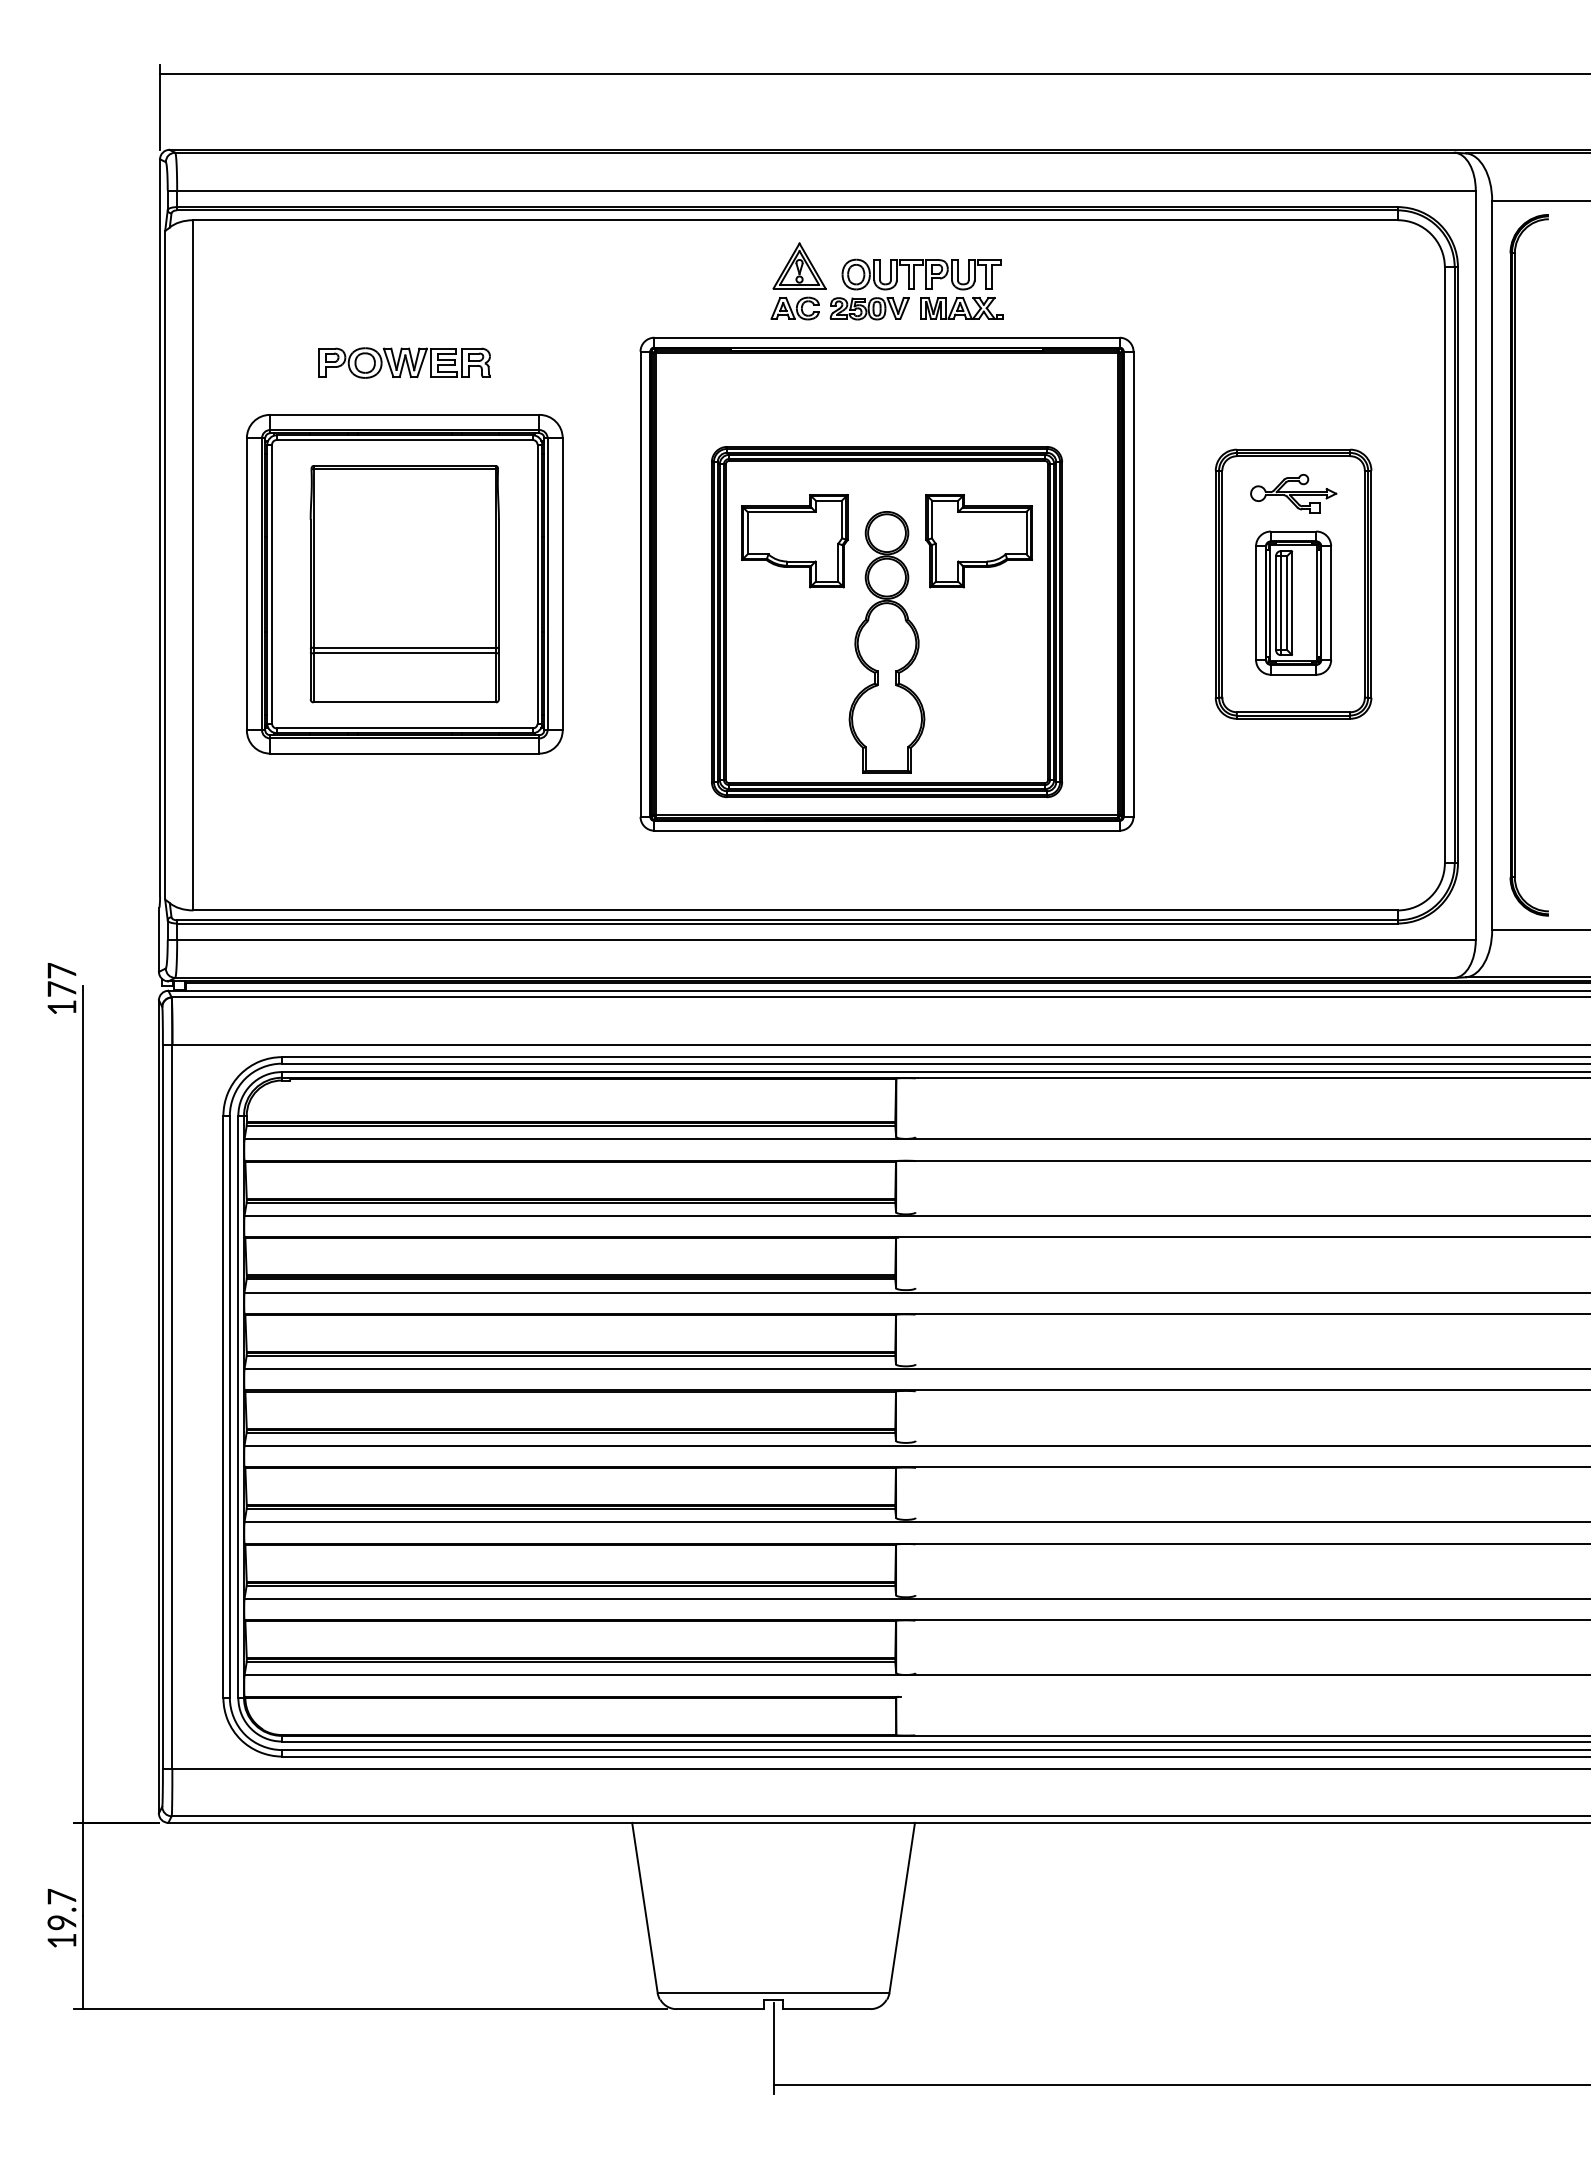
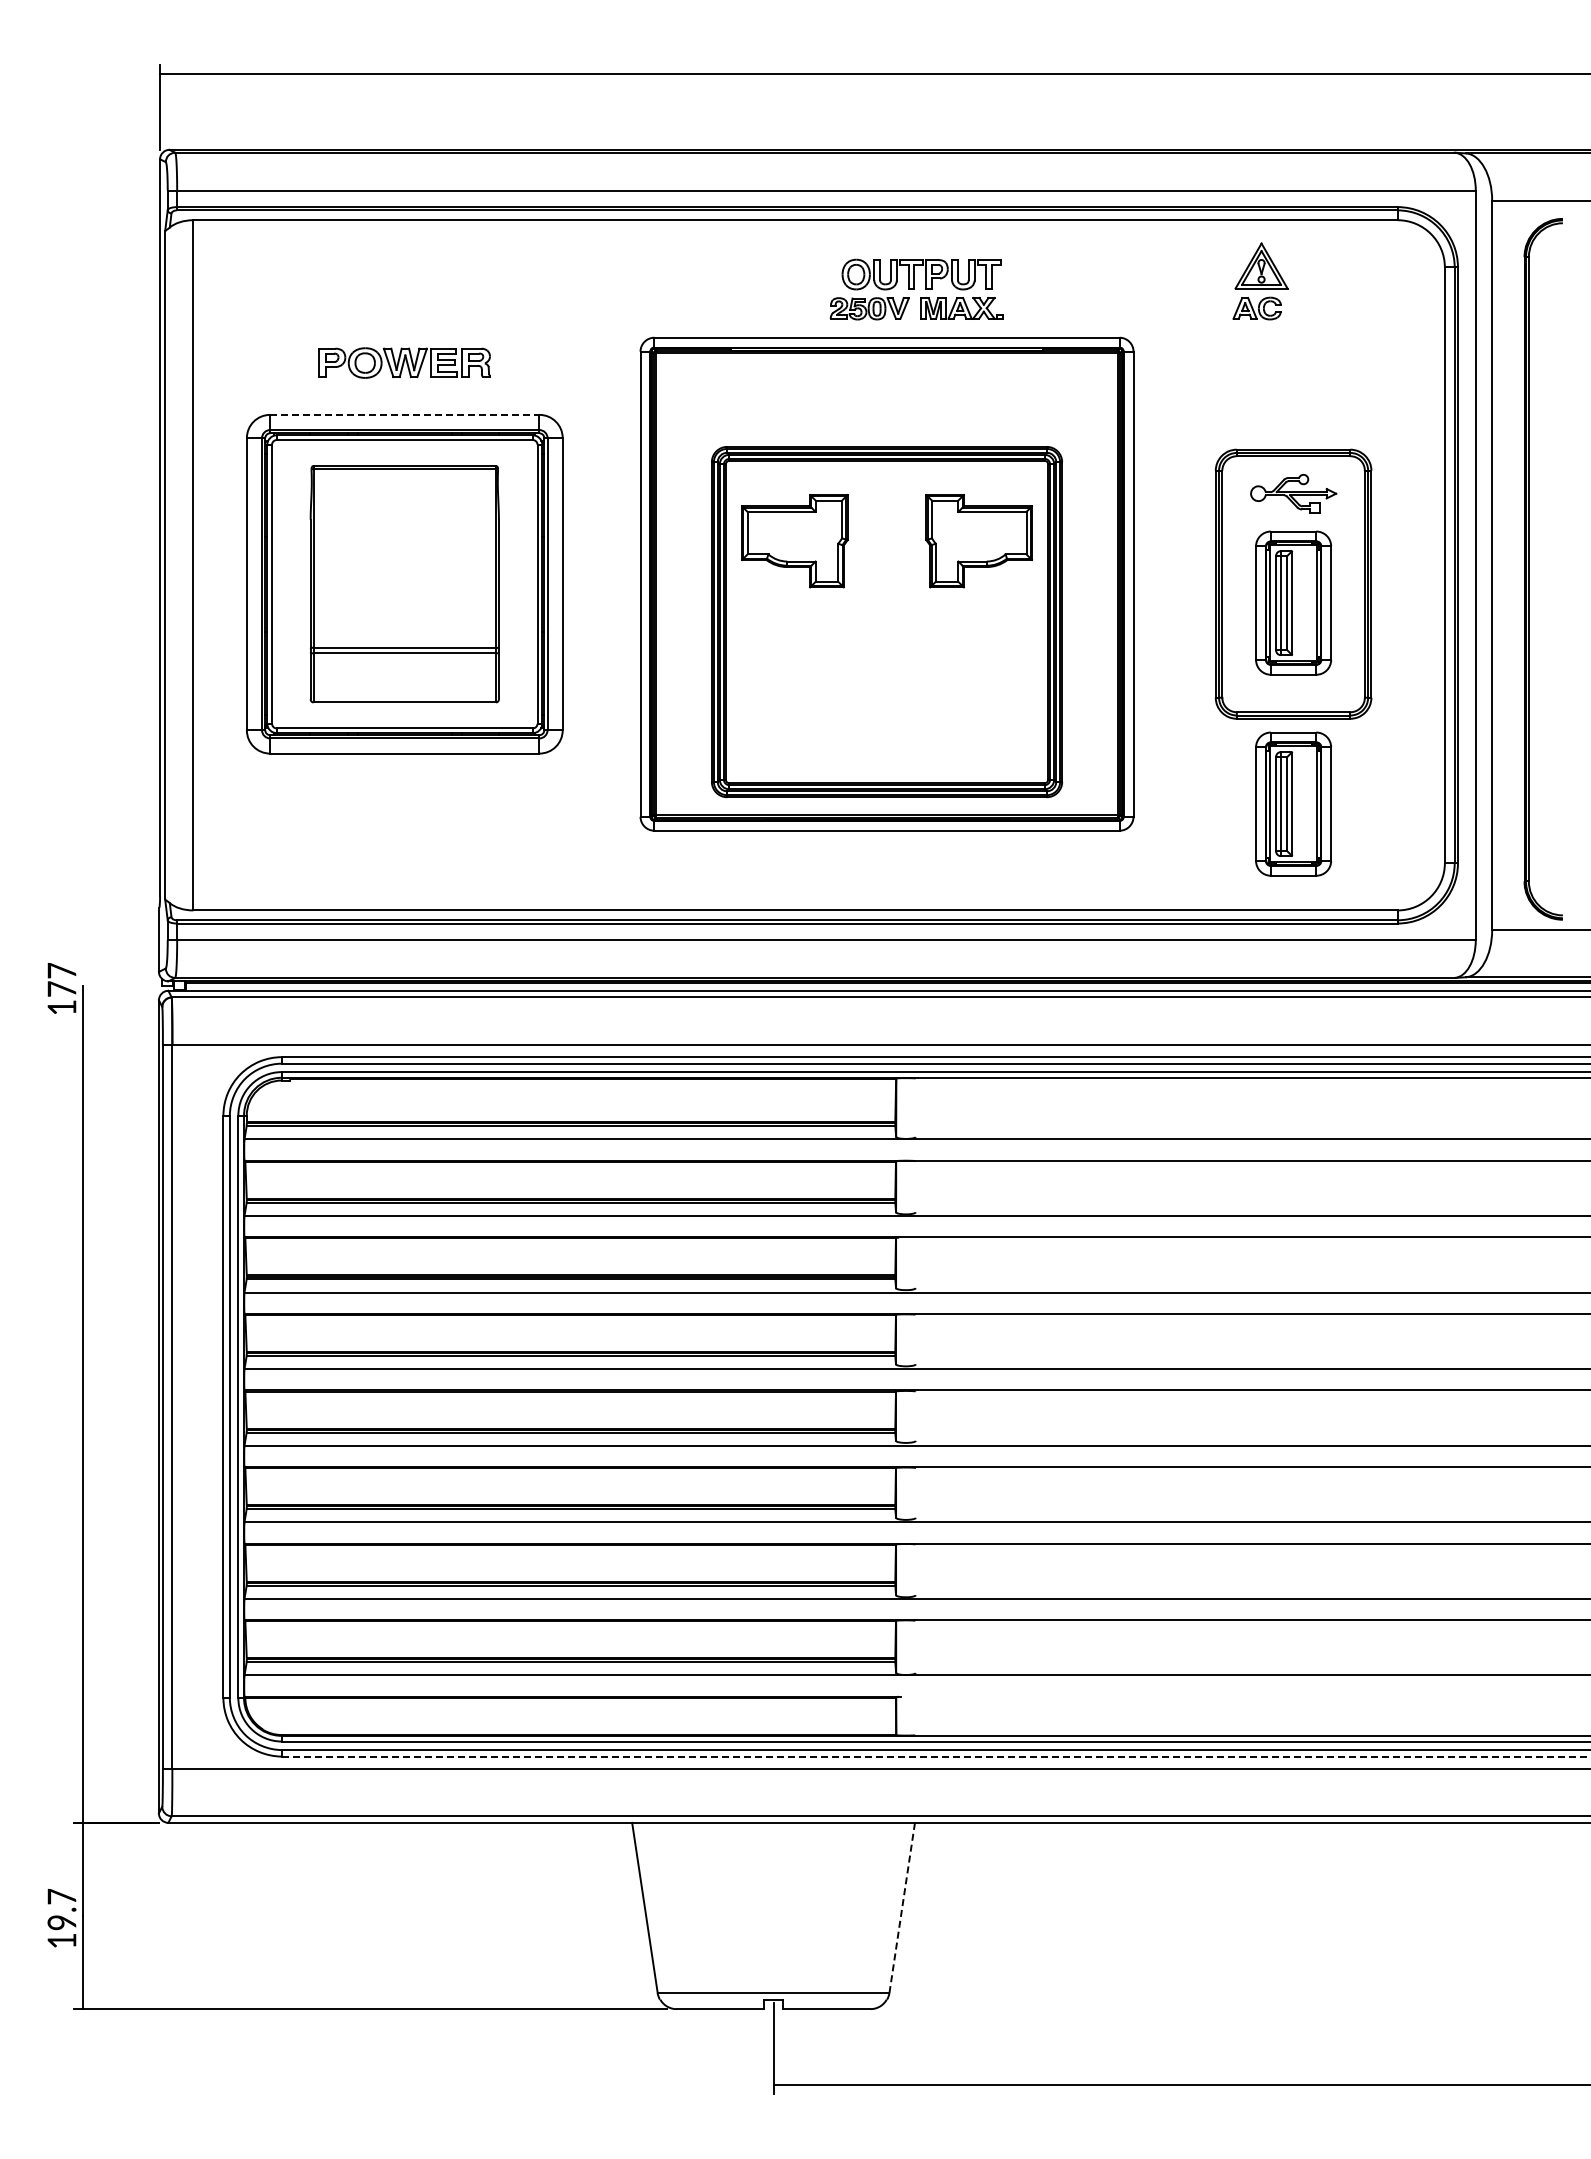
part at (798, 281) position: (798, 281) -> (1260, 281)
line at (404, 414): solid -> dashed
part at (1515, 565) position: (1515, 565) -> (1529, 569)
part at (886, 642): present -> none
part at (1293, 803): none -> present
line at (936, 1756): solid -> dashed
line at (902, 1907): solid -> dashed
